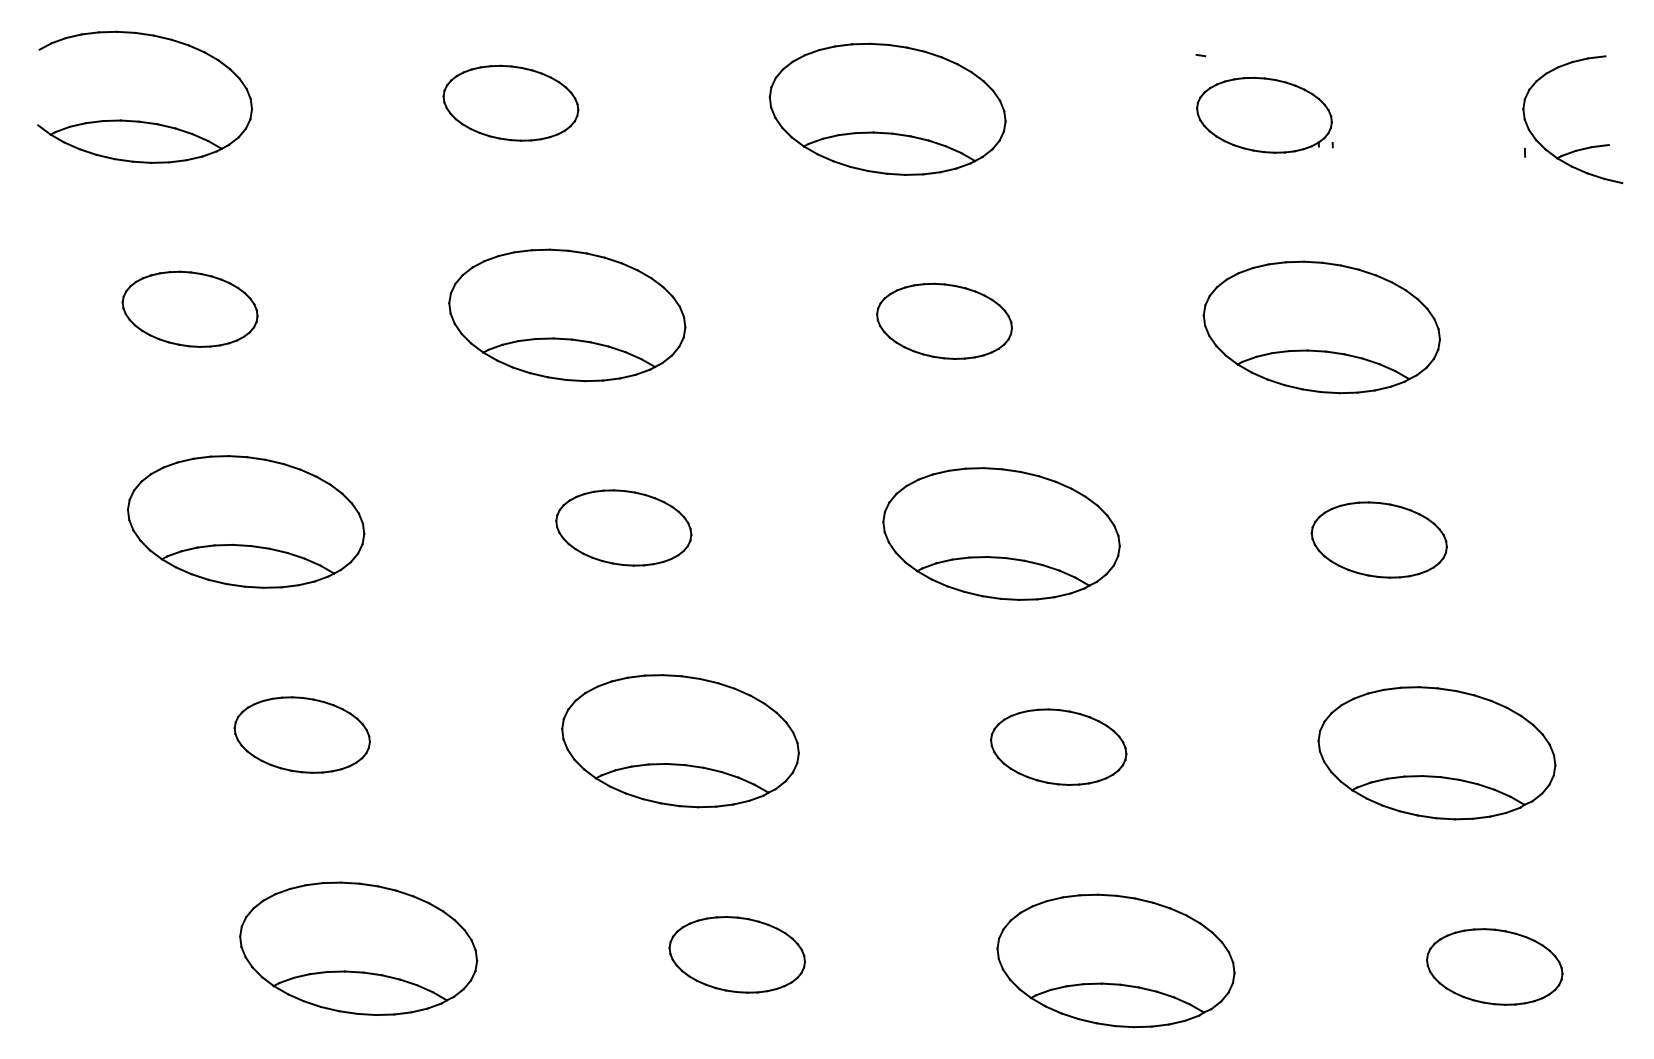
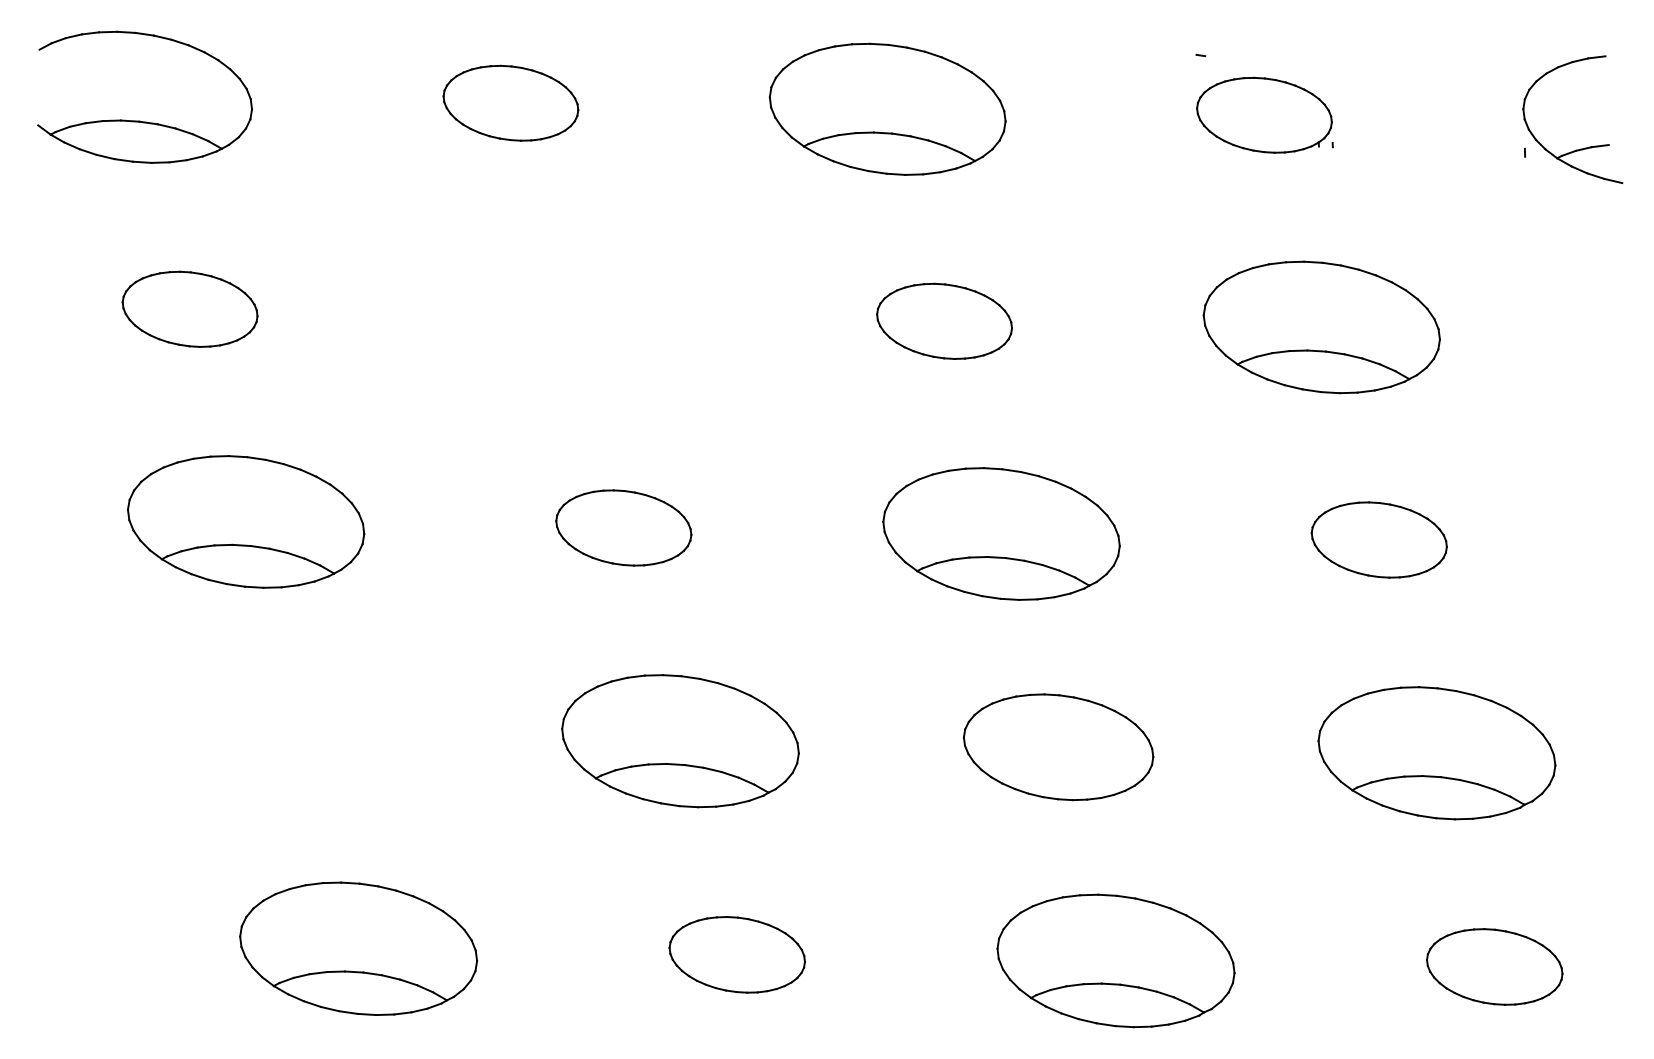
part at (567, 315): present -> none
part at (301, 734): present -> none
part at (1058, 746) size: 138x78 px -> 193x109 px
